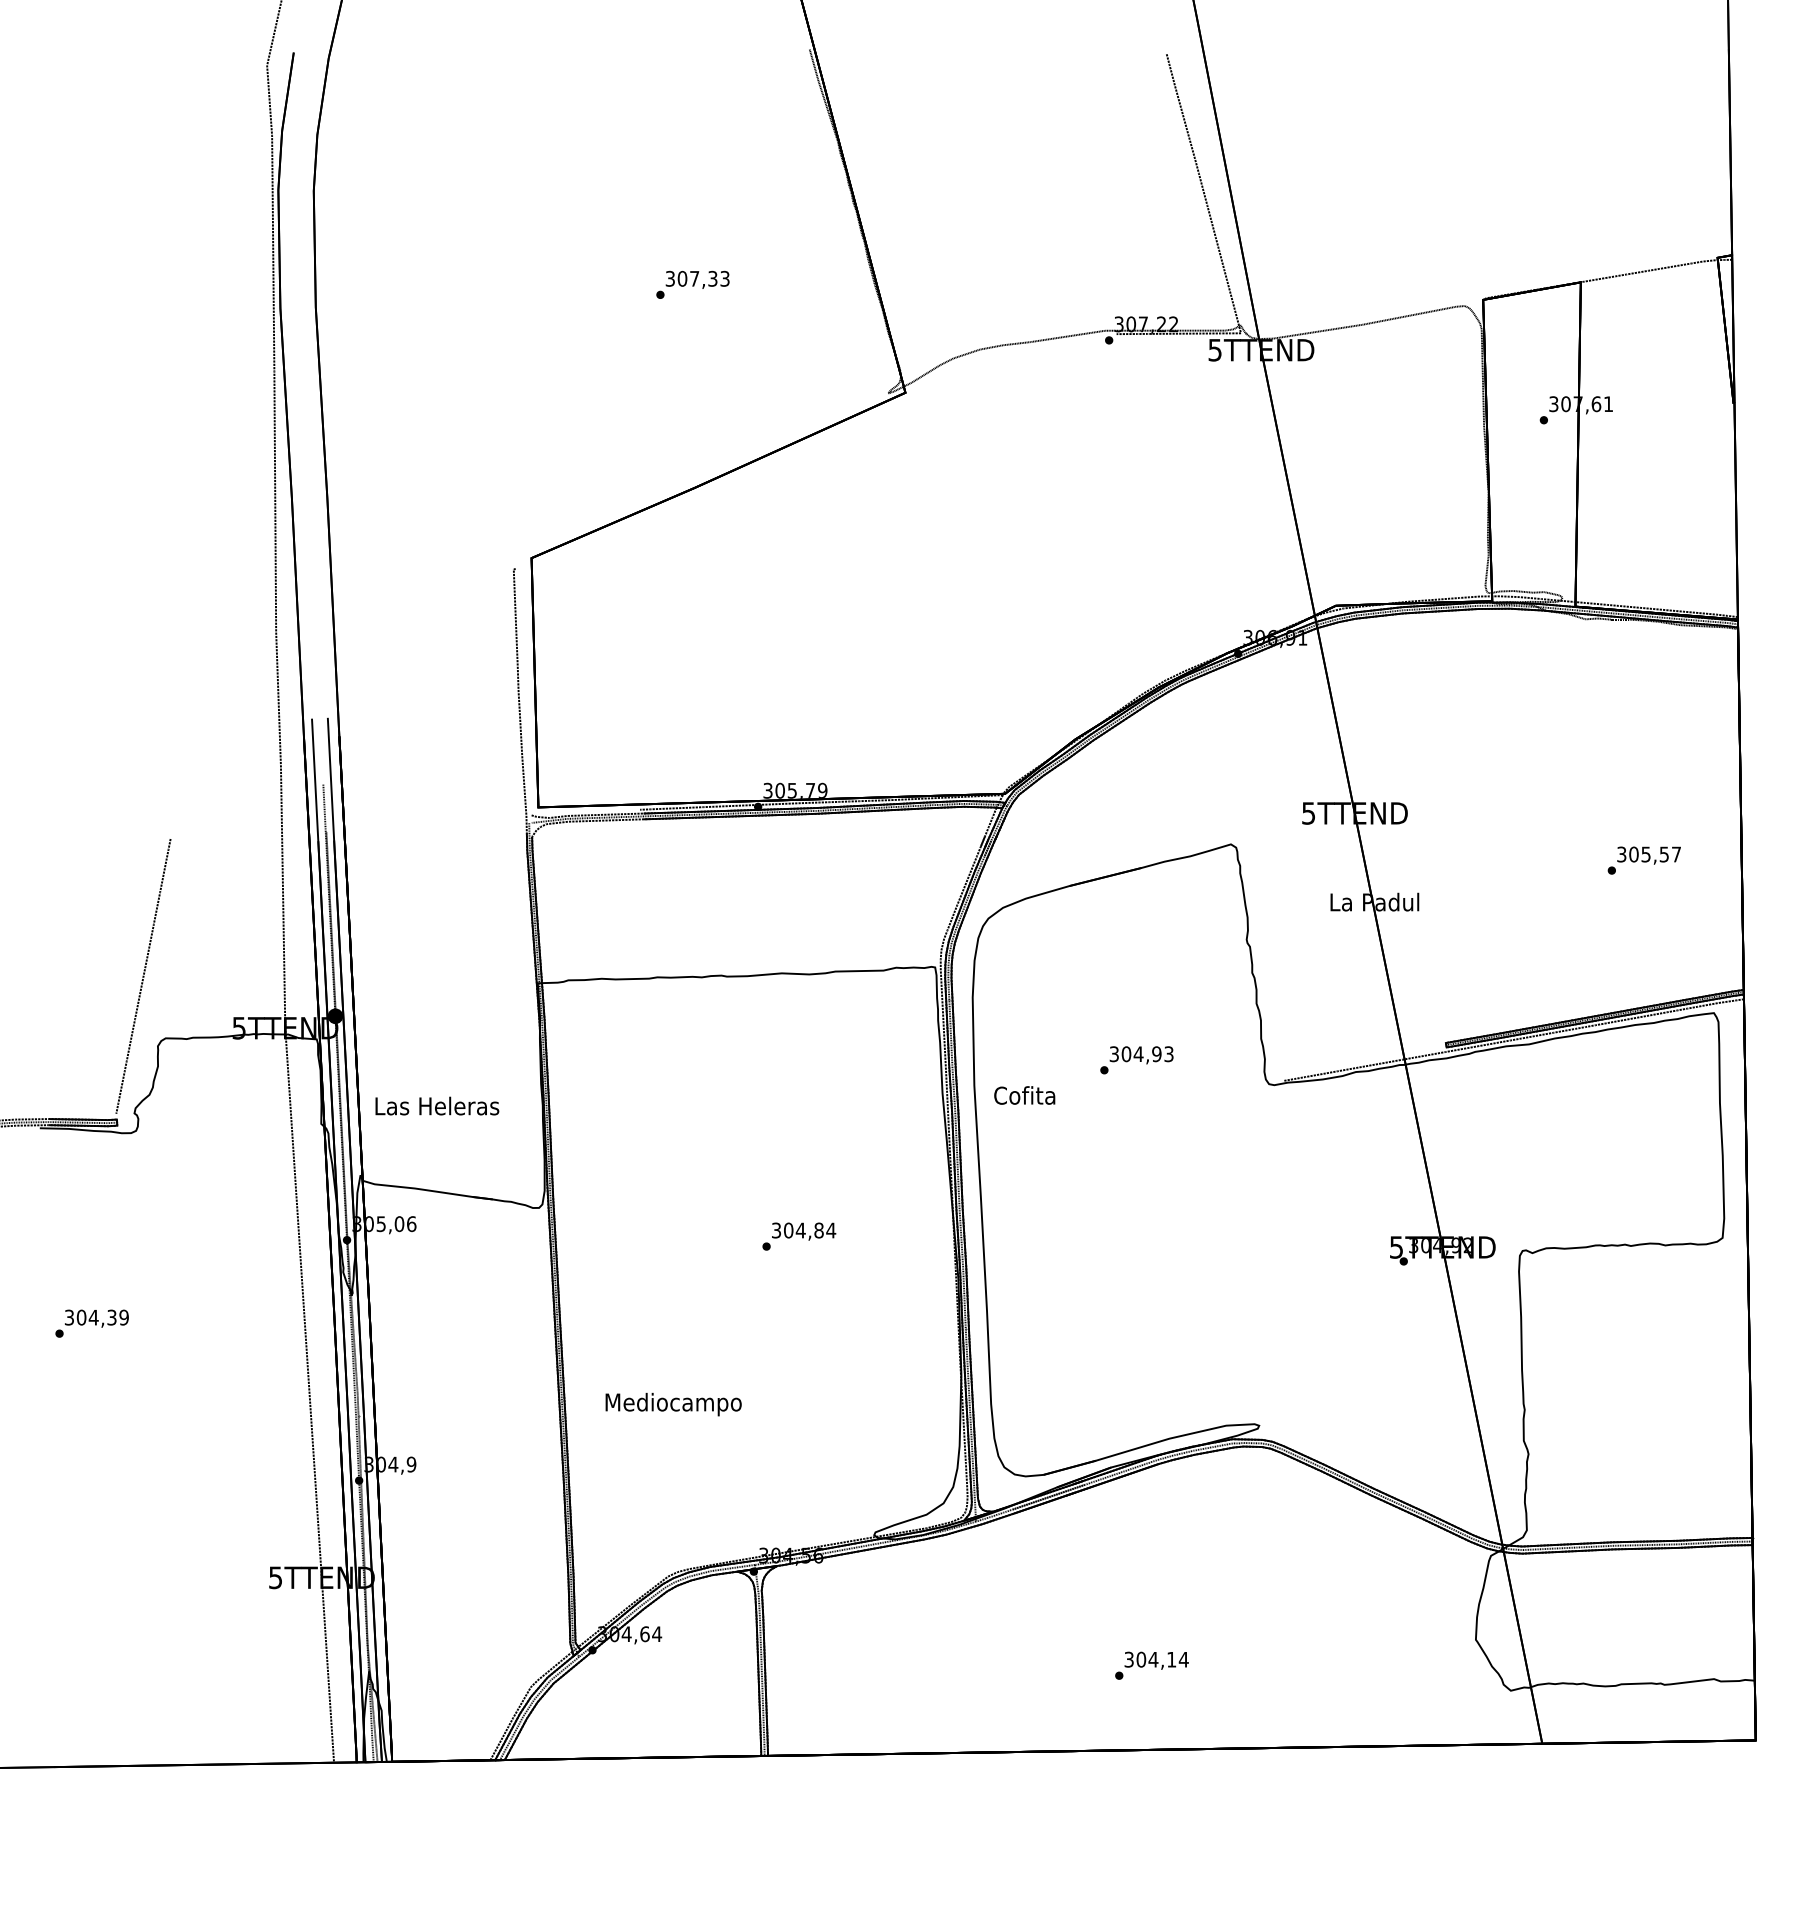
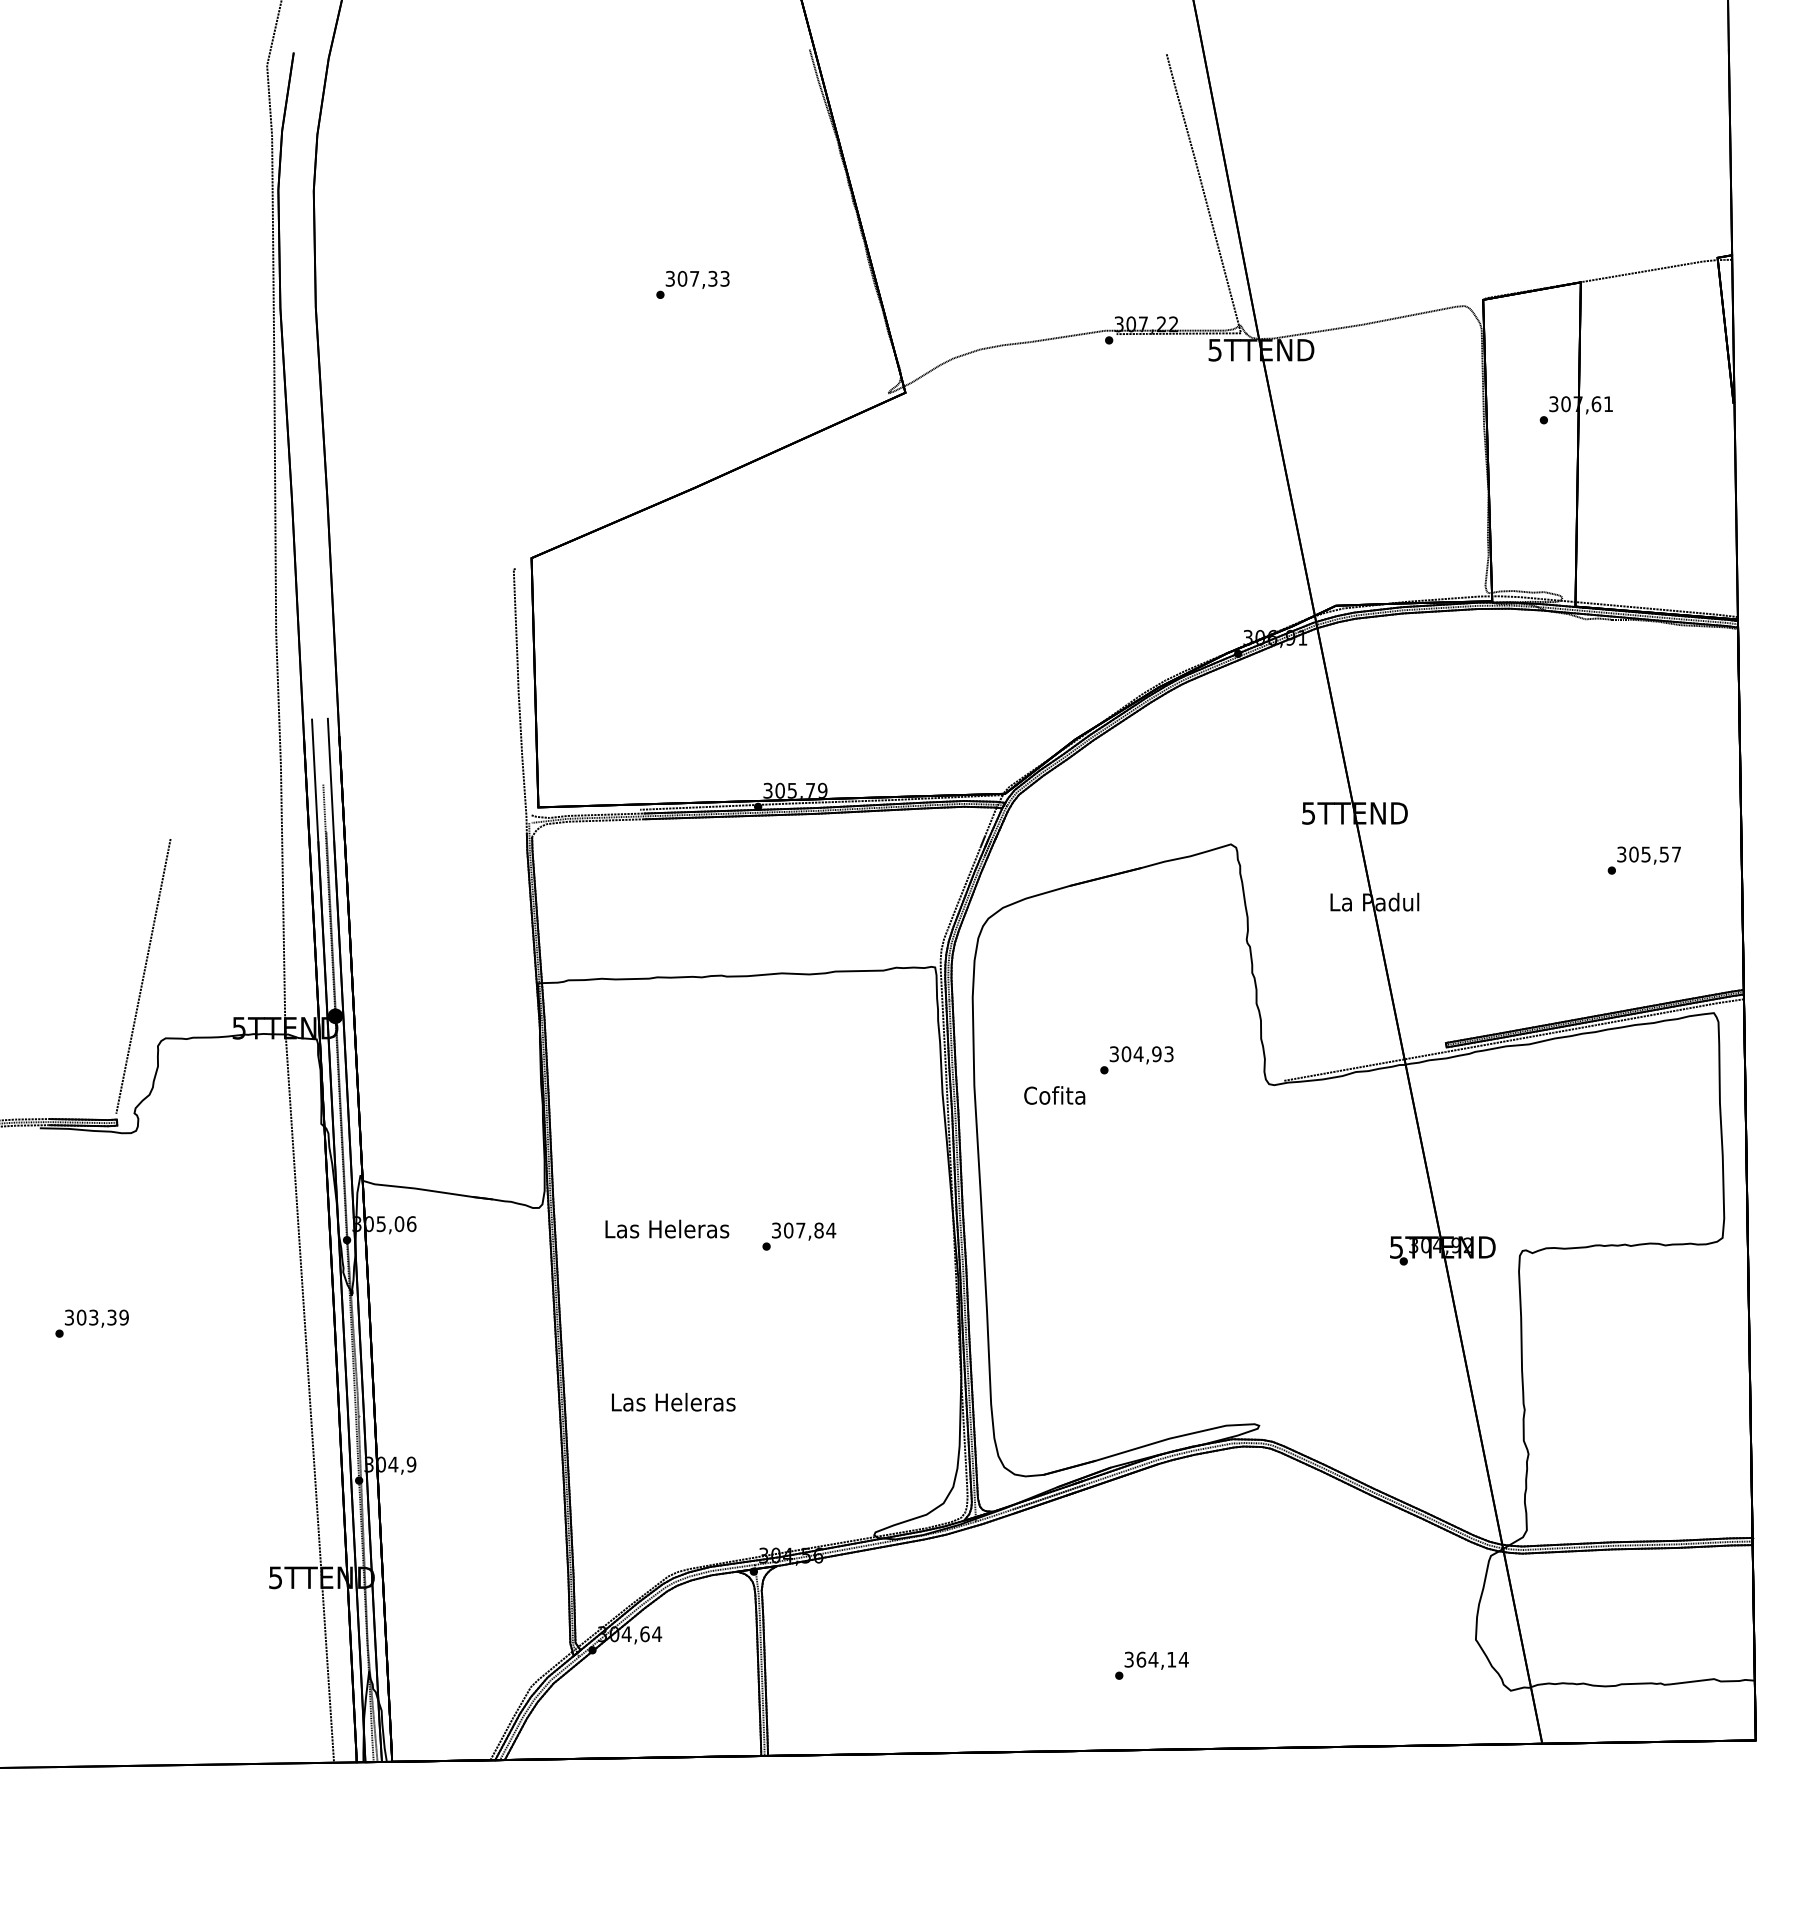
text at (1024, 1095) position: (1024, 1095) -> (1054, 1095)
text at (437, 1105) position: (437, 1105) -> (667, 1228)
text at (800, 1230): 304,84 -> 307,84
text at (93, 1317): 304,39 -> 303,39
text at (673, 1404): Mediocampo -> Las Heleras
text at (1141, 1659): 304,14 -> 364,14
